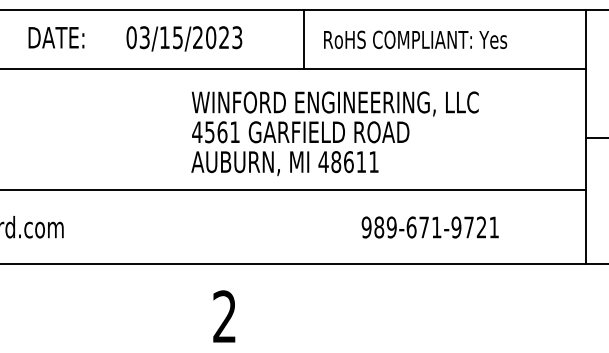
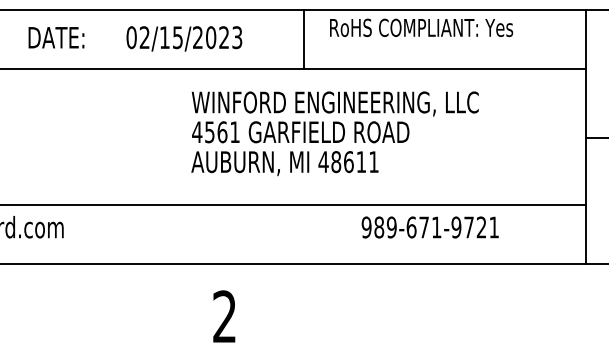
text at (144, 37): 03/15/2023 -> 02/15/2023
text at (415, 39) position: (415, 39) -> (421, 27)
line at (293, 189) position: (293, 189) -> (293, 204)
